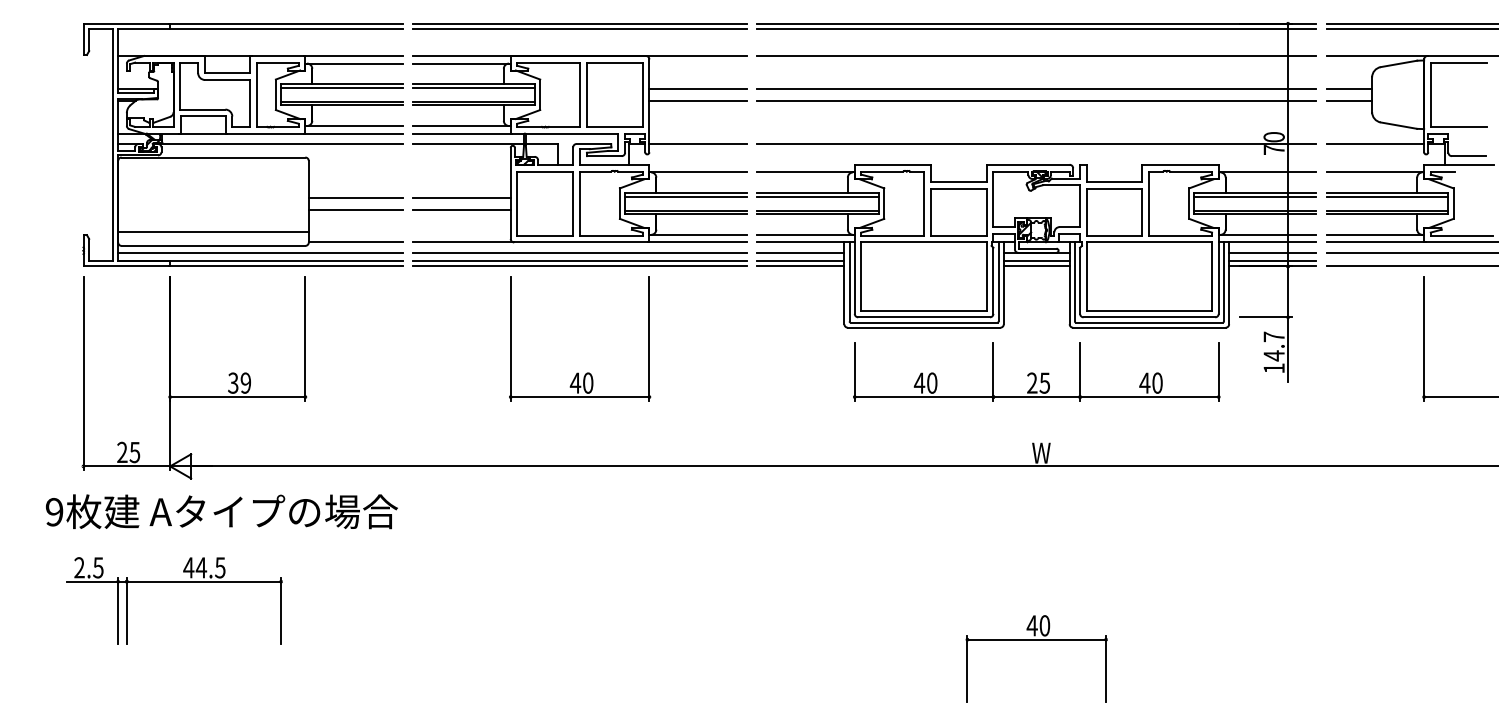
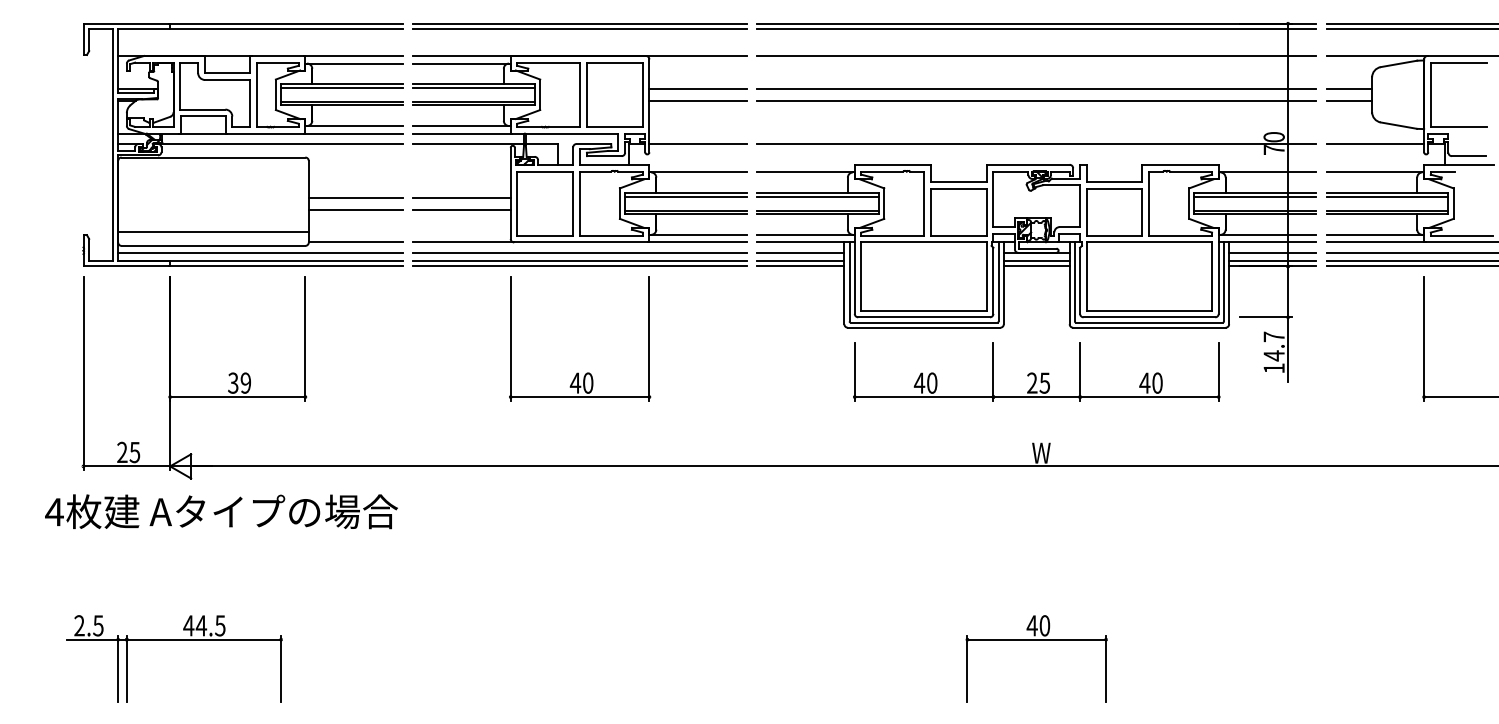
line at (1410, 260): none -> present
text at (54, 512): 9 -> 4
part at (174, 582) position: (174, 582) -> (174, 640)
